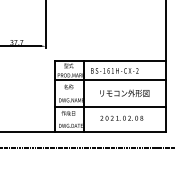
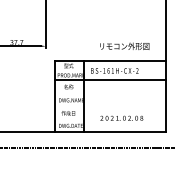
text at (124, 92) position: (124, 92) -> (124, 45)
line at (109, 107): present -> none
